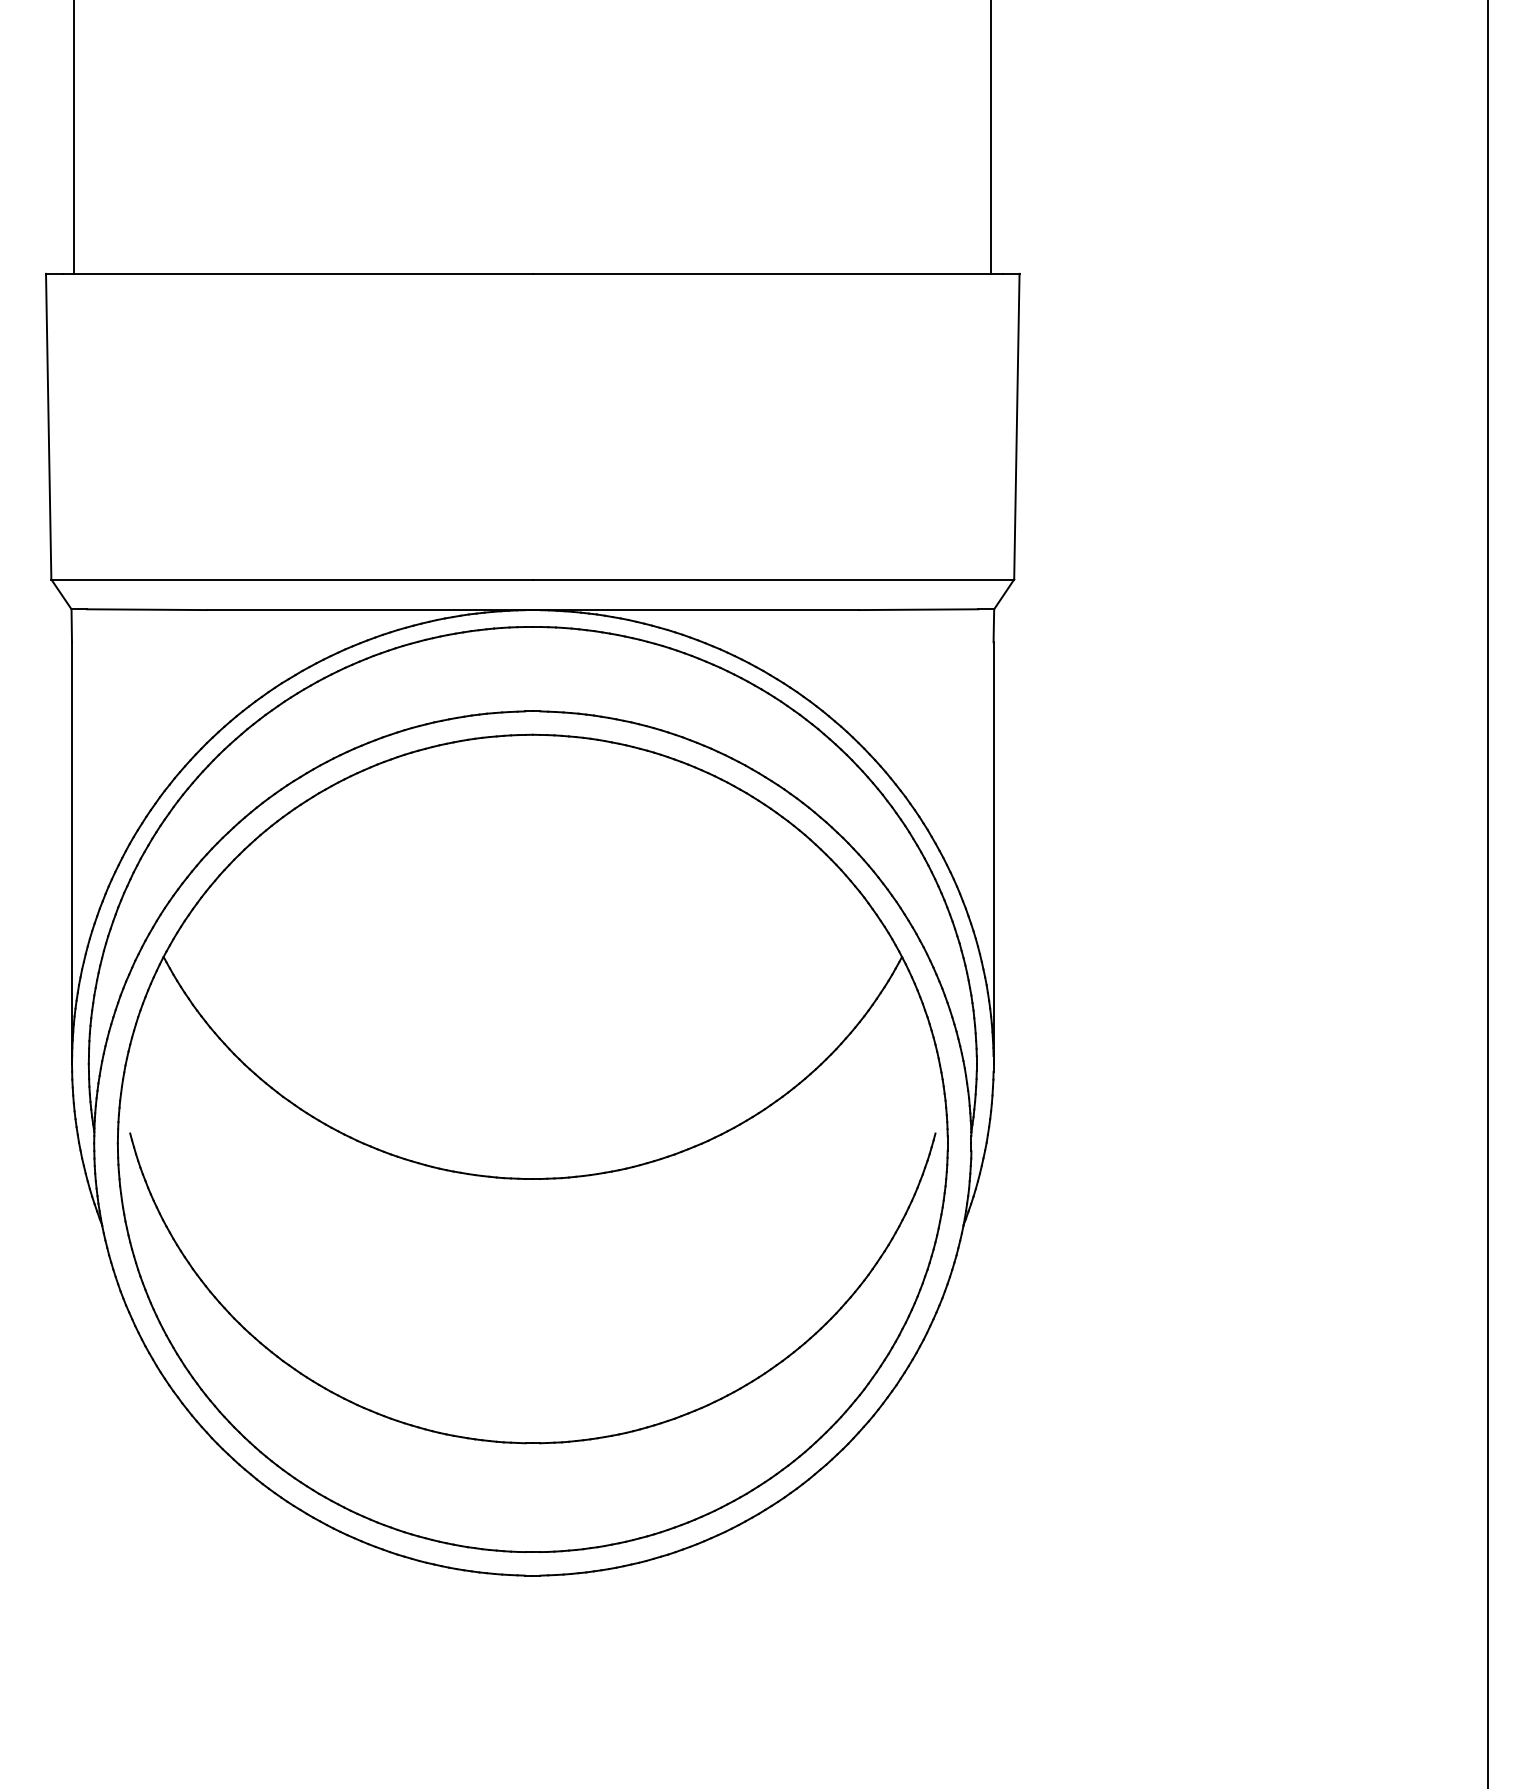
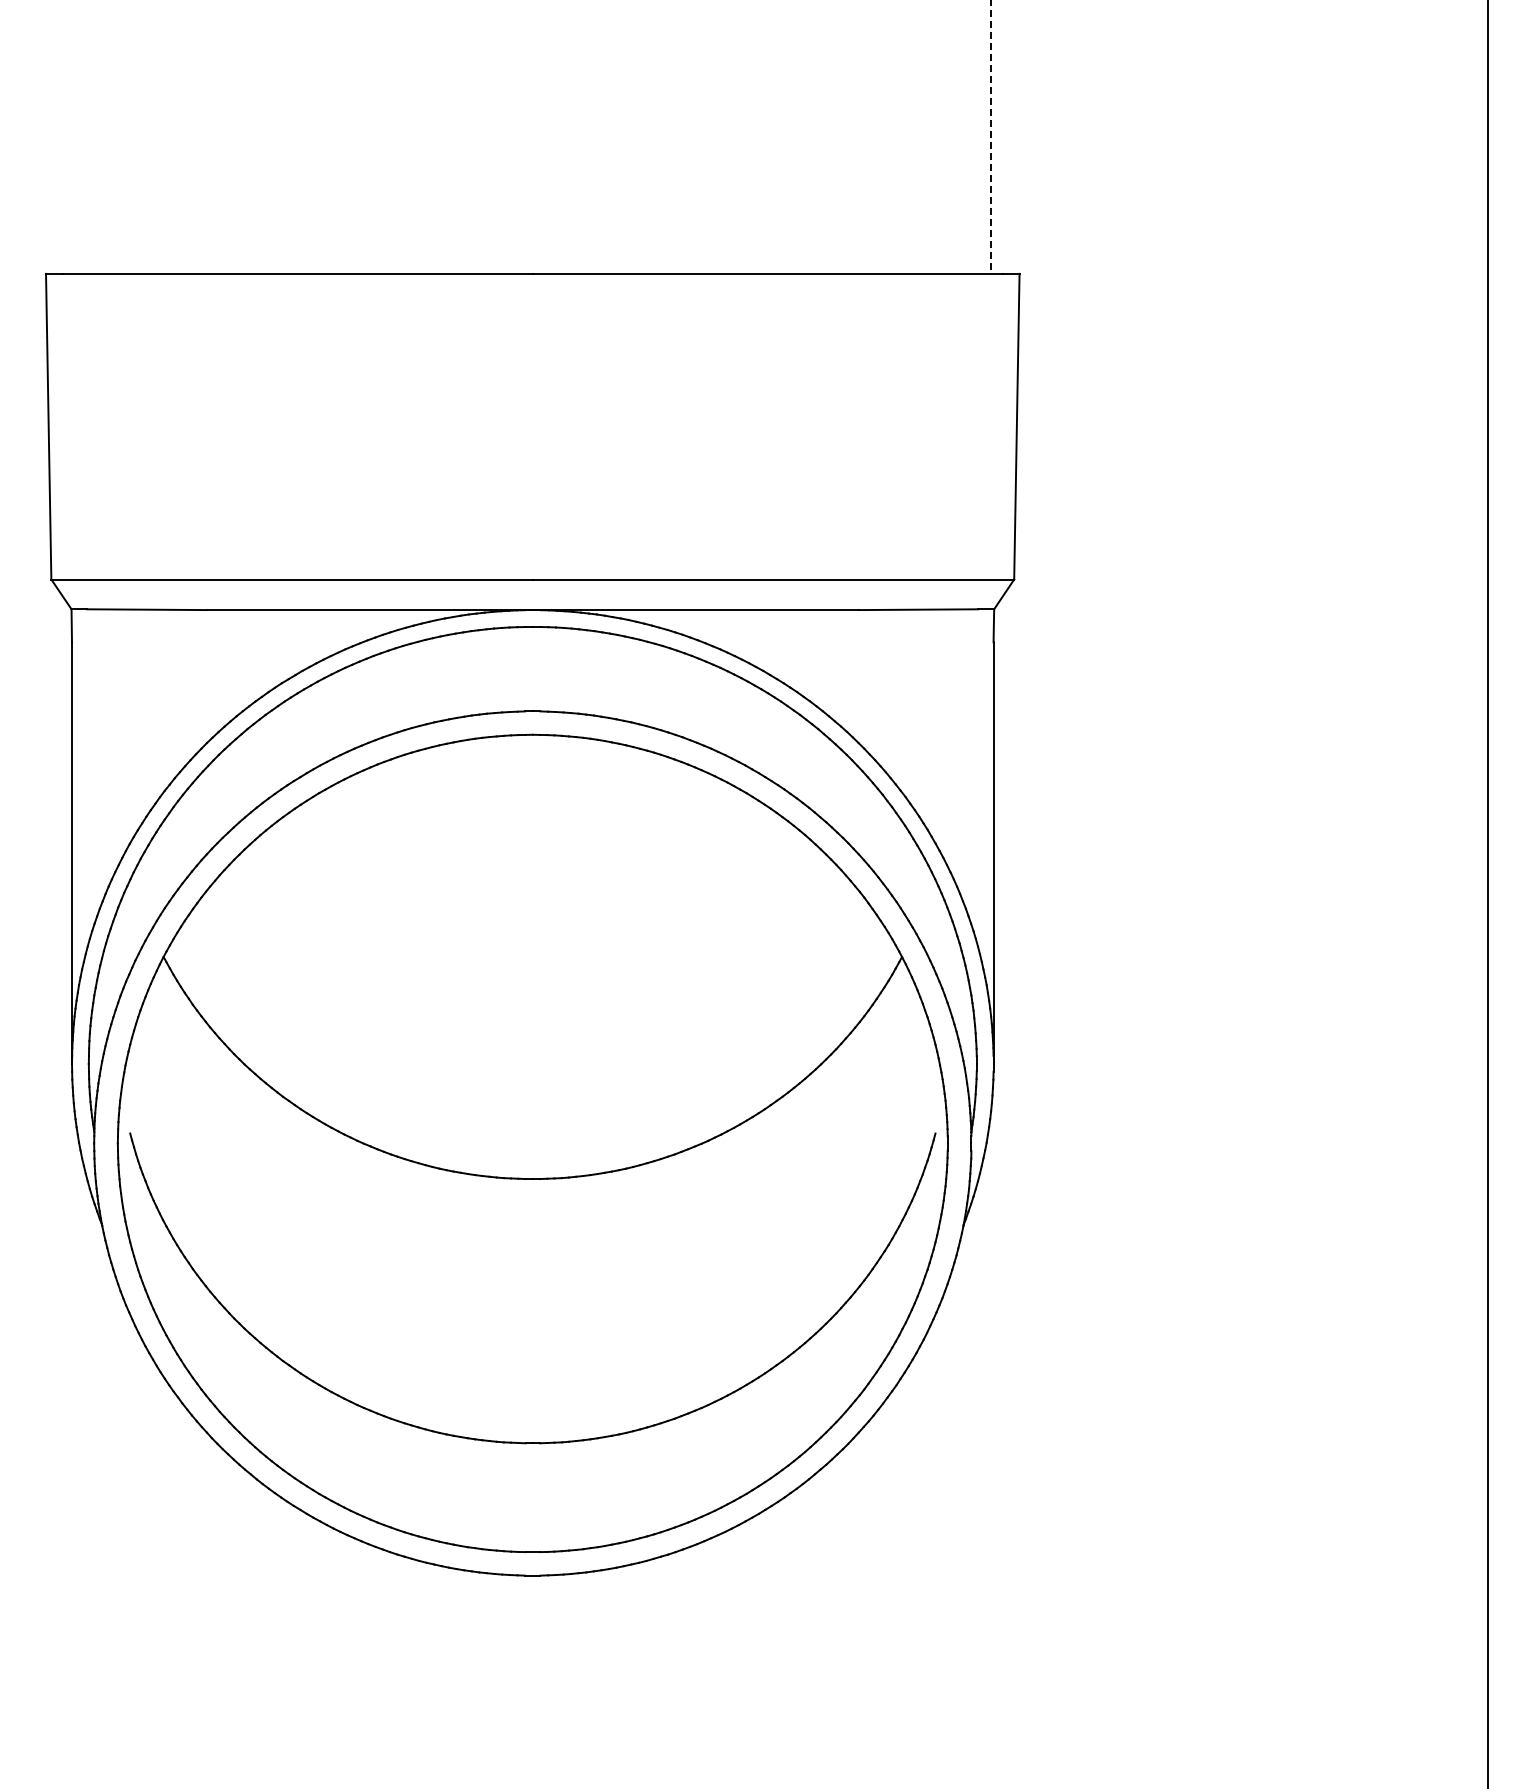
line at (74, 137): present -> none
line at (991, 137): solid -> dashed
